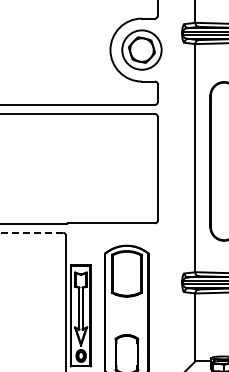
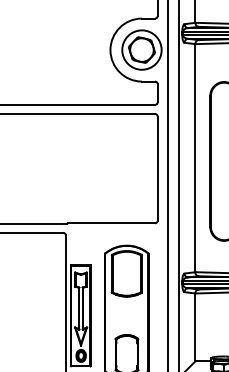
line at (168, 185): none -> present
line at (178, 185): none -> present
line at (32, 232): dashed -> solid
